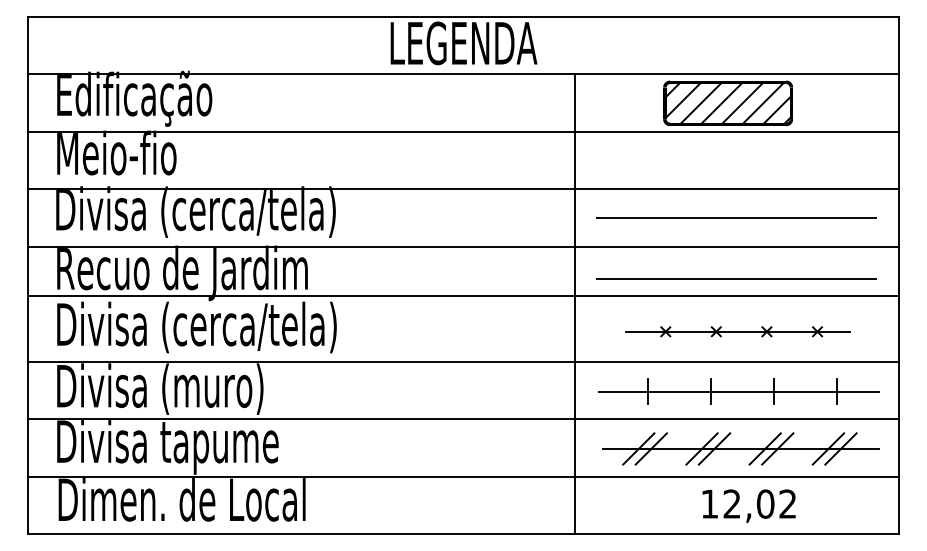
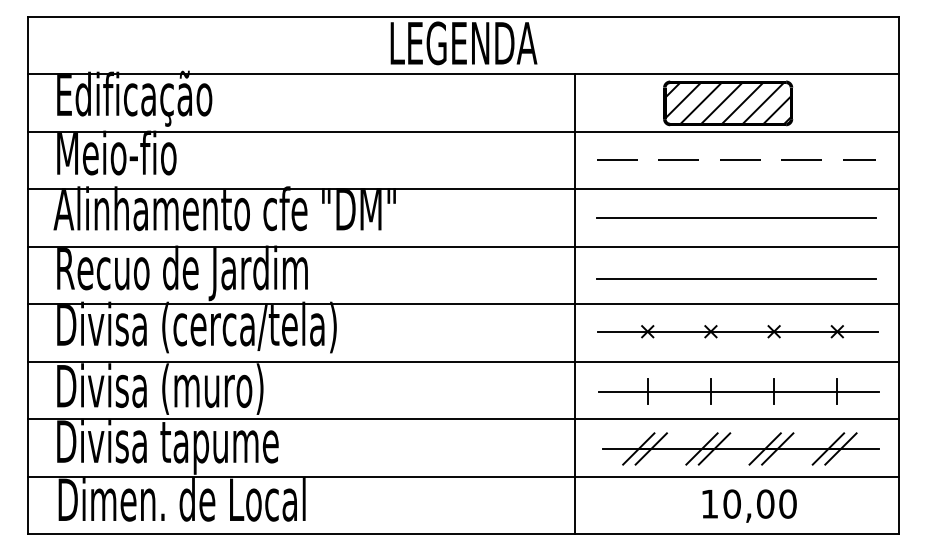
line at (736, 159): none -> present
text at (224, 211): Divisa (cerca/tela) -> Alinhamento cfe "DM"
line at (463, 296) position: (463, 296) -> (463, 304)
part at (737, 331) size: 226x12 px -> 282x14 px
text at (759, 503): 12,02 -> 10,00
